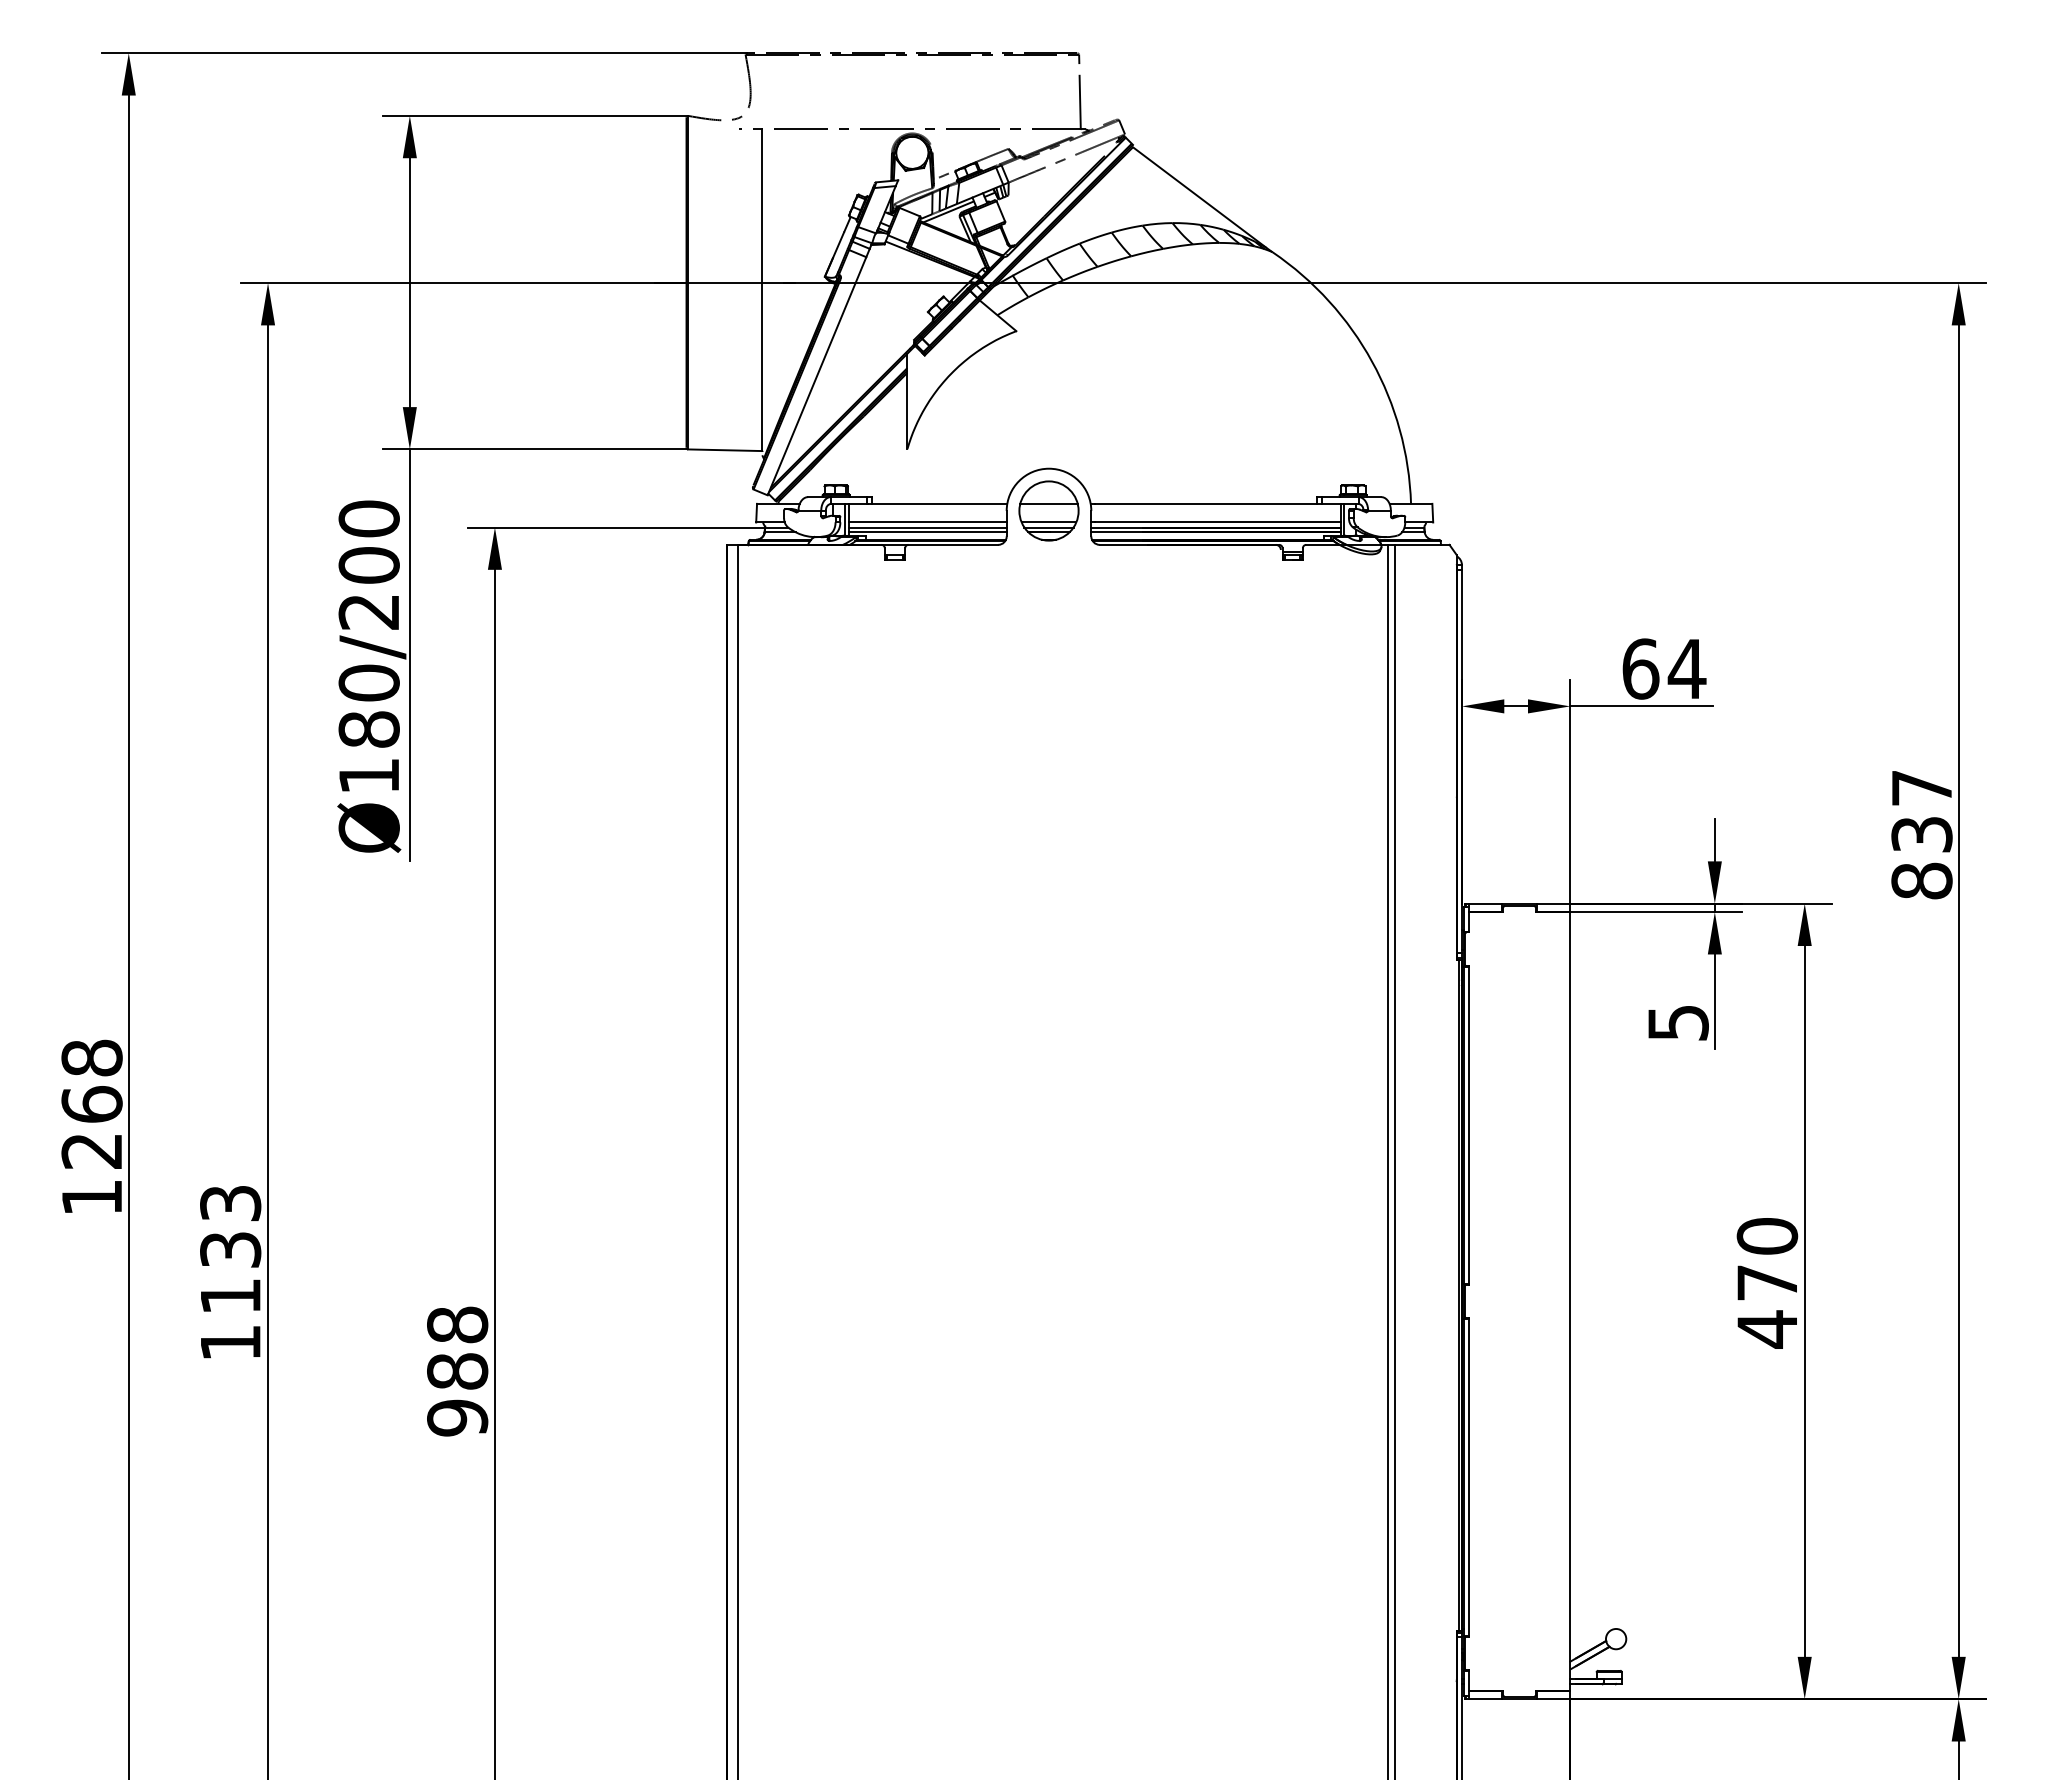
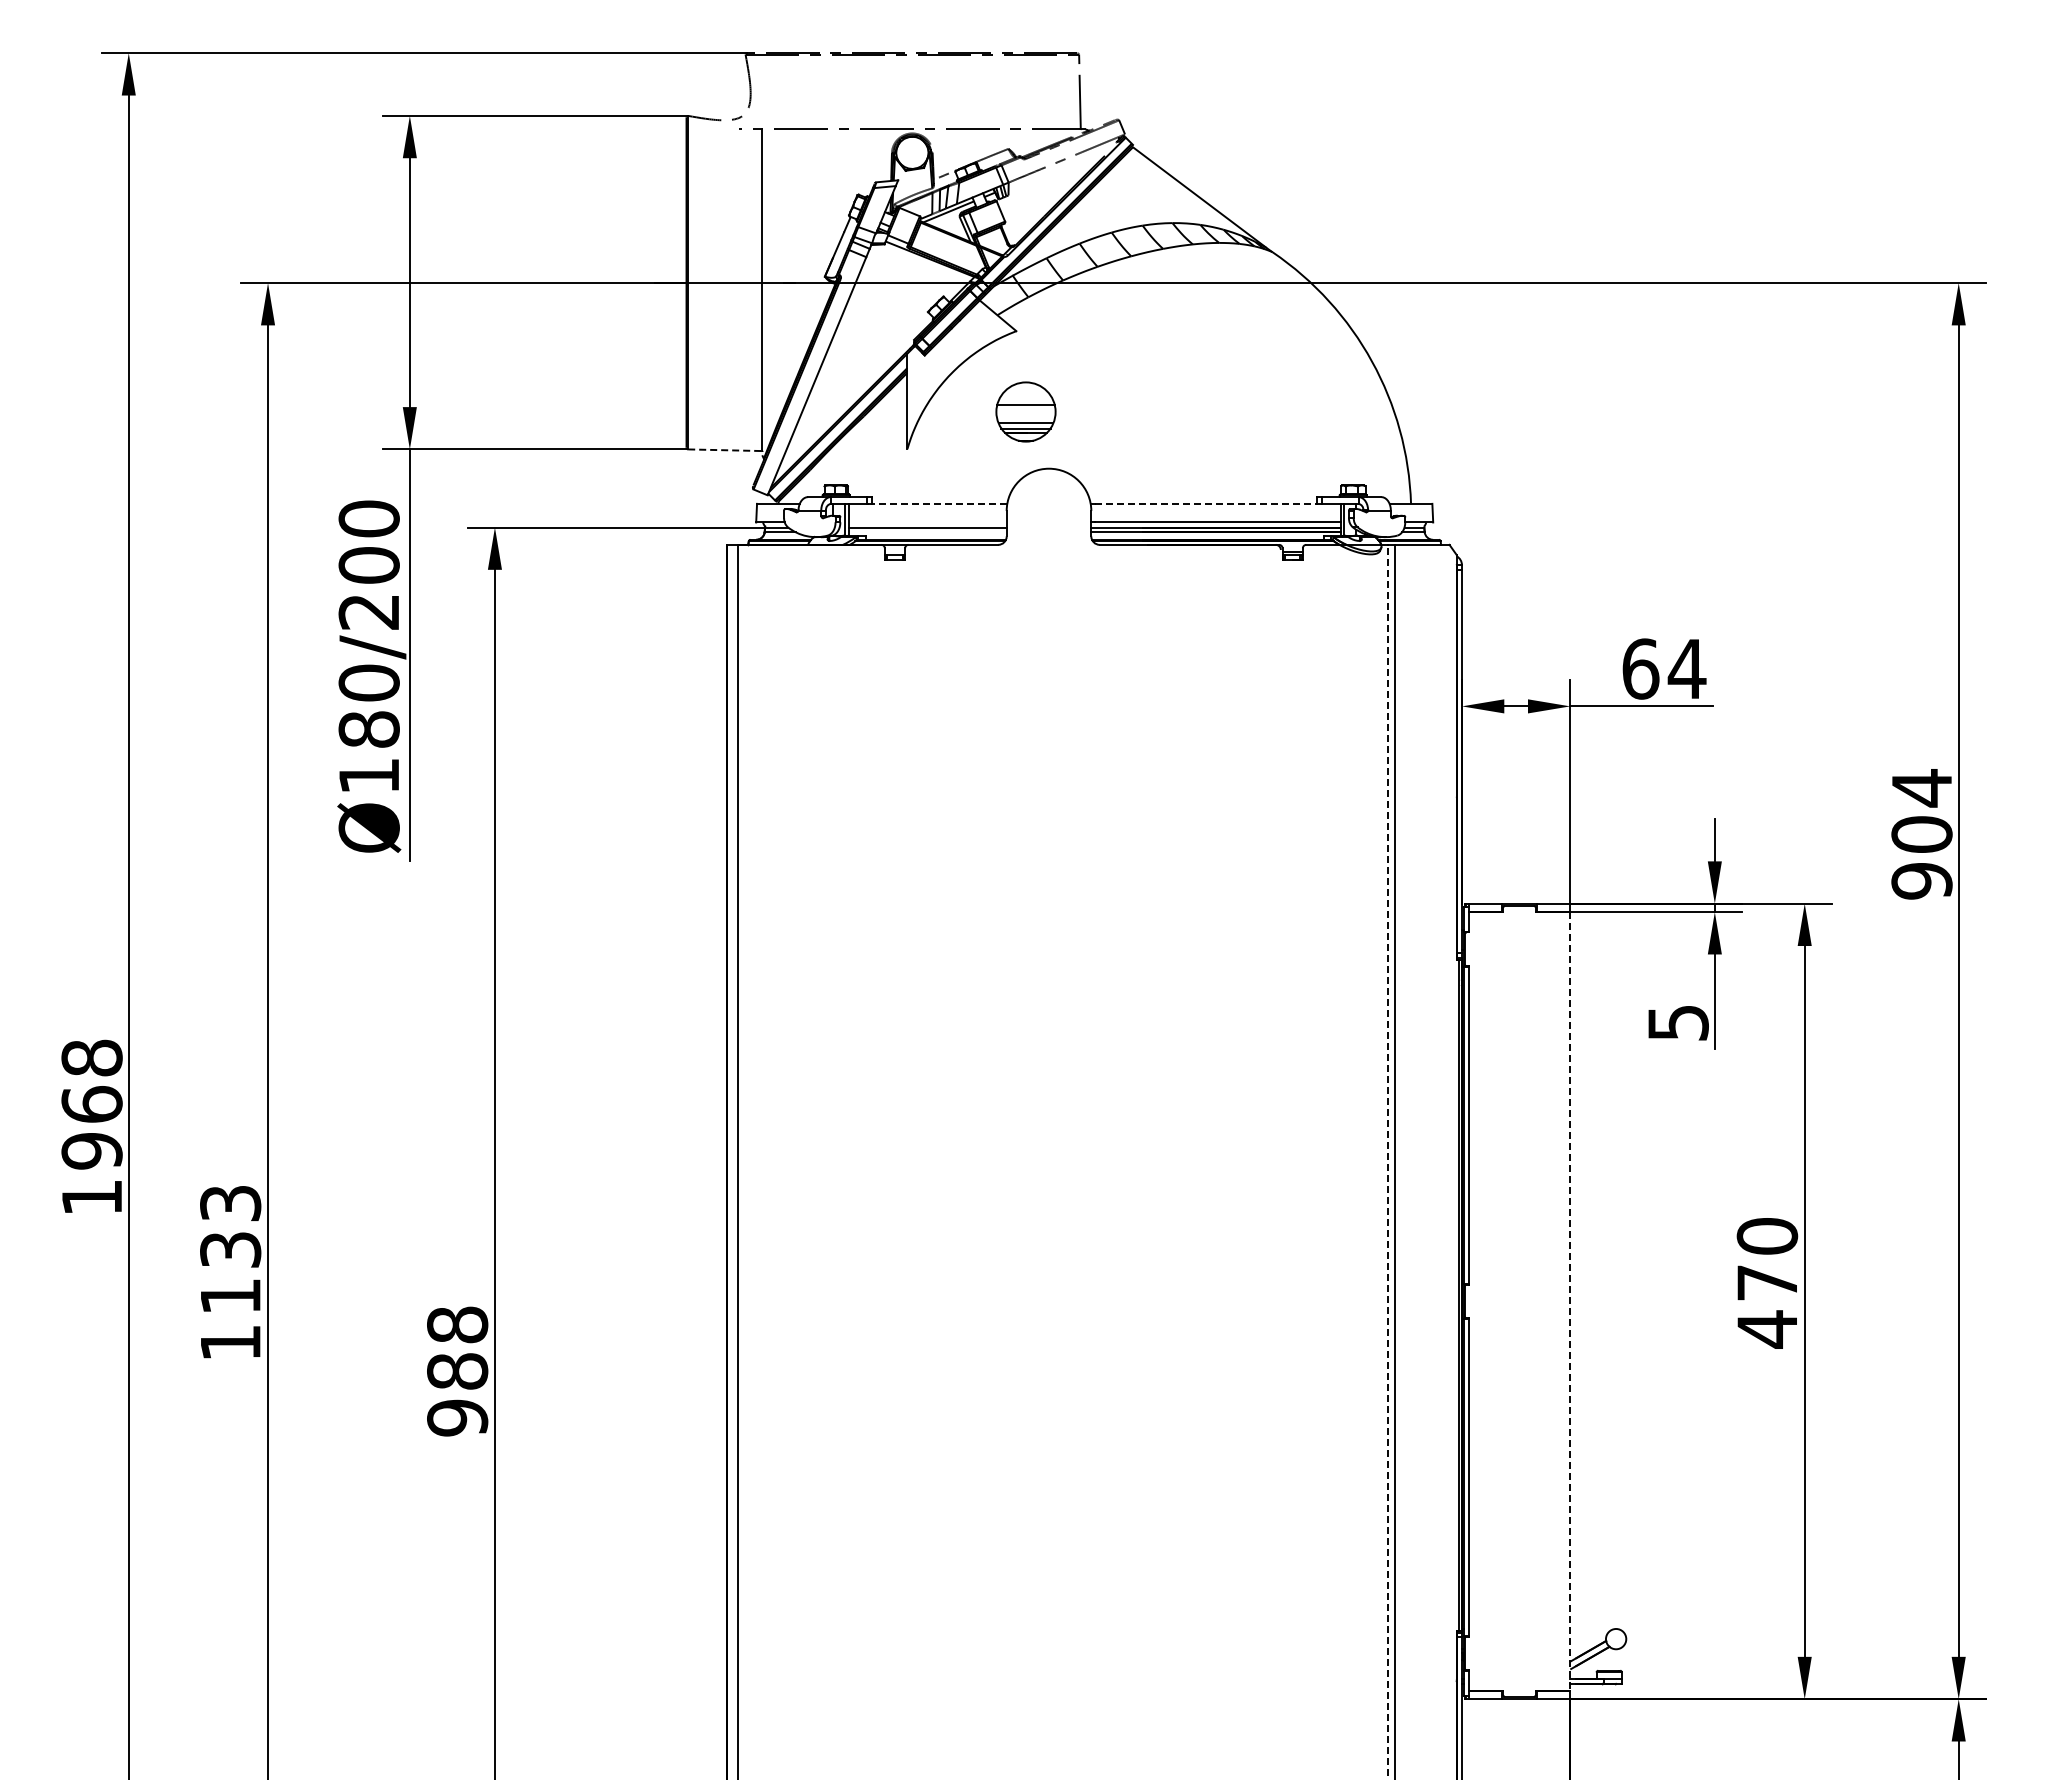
line at (725, 450): solid -> dashed
line at (937, 503): solid -> dashed
line at (1208, 503): solid -> dashed
part at (1048, 510) position: (1048, 510) -> (1025, 411)
line at (927, 522): present -> none
line at (927, 532): present -> none
text at (1921, 834): 837 -> 904
text at (91, 1151): 1268 -> 1968
line at (1387, 1161): solid -> dashed
line at (1570, 1301): solid -> dashed
